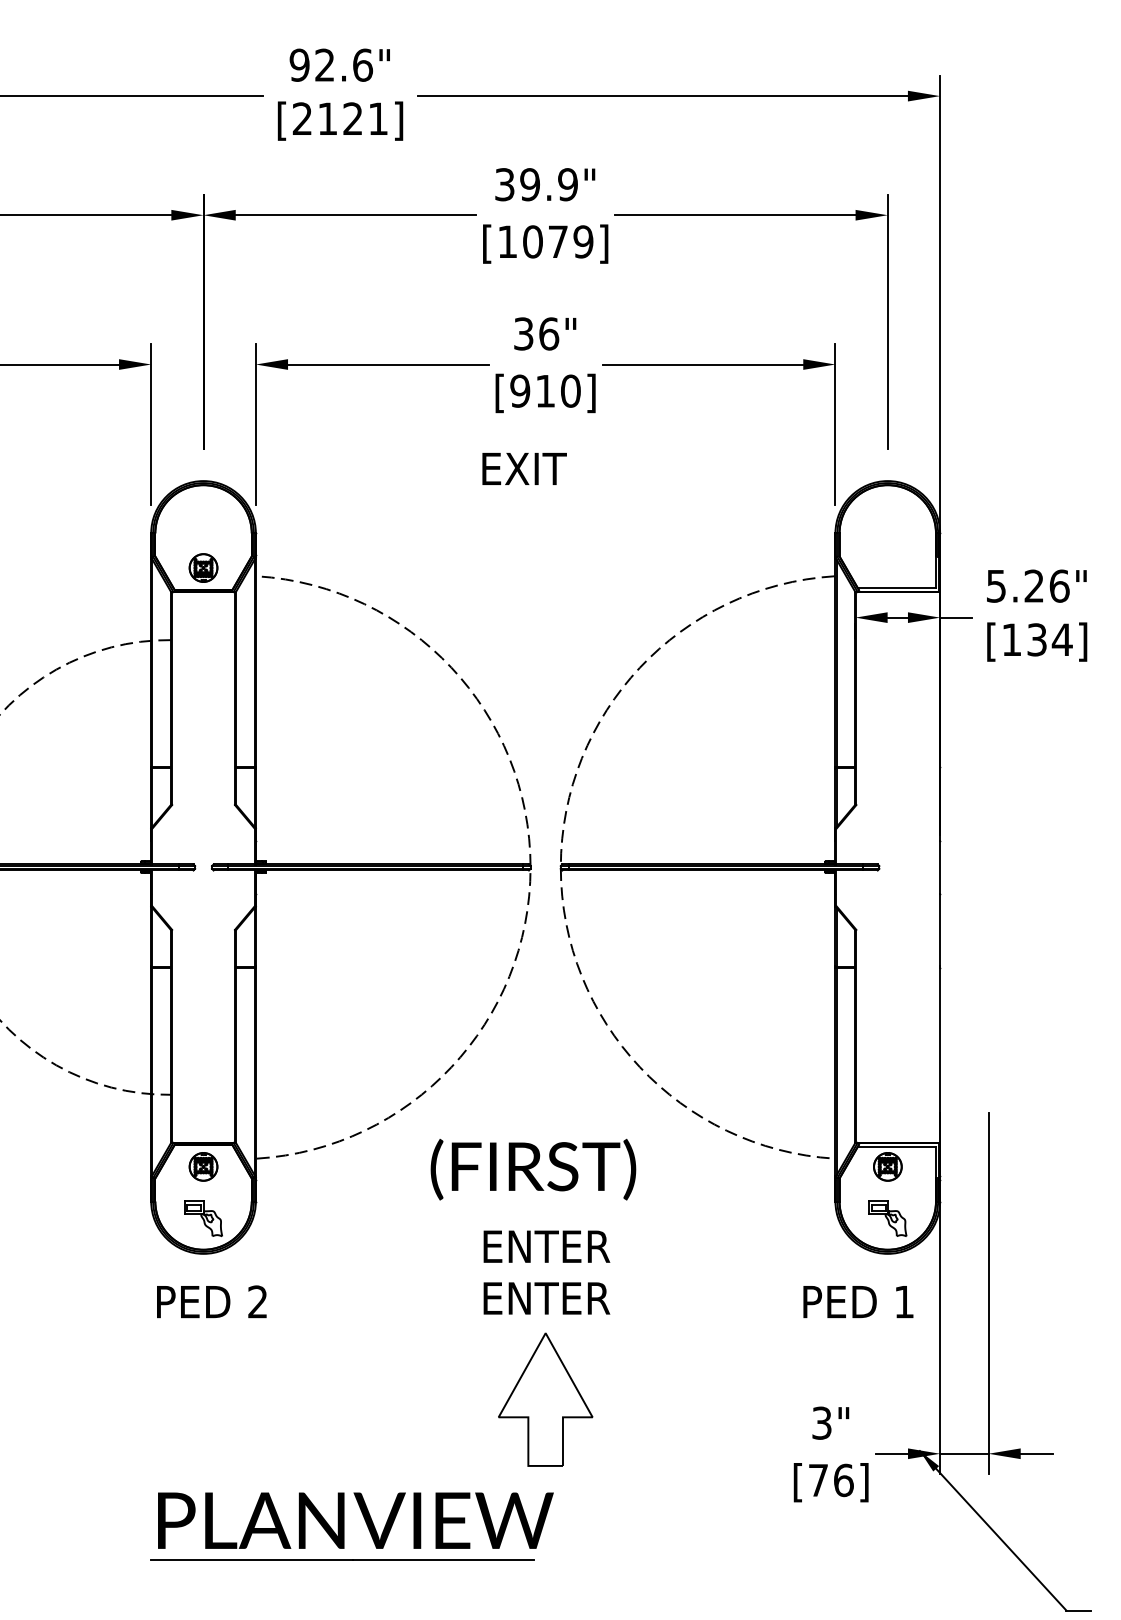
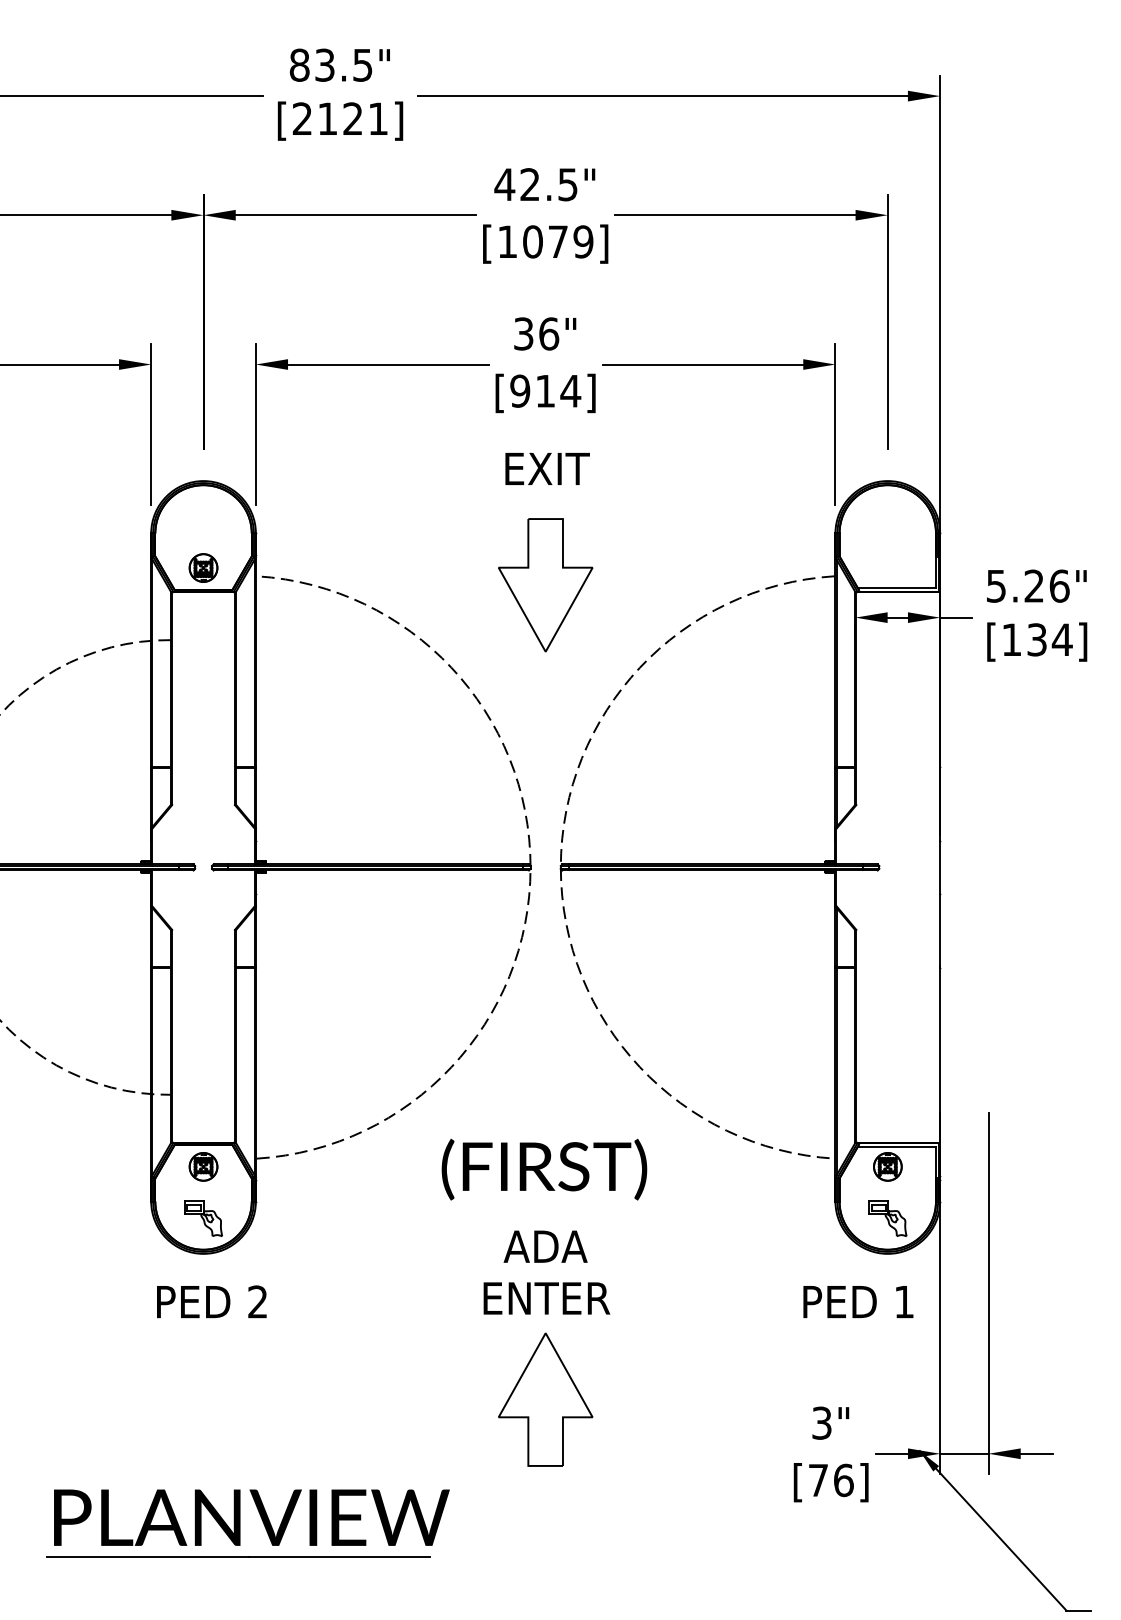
text at (331, 64): 92.6" -> 83.5"
text at (535, 184): 39.9" -> 42.5"
text at (570, 390): [910] -> [914]
text at (524, 468) position: (524, 468) -> (547, 468)
part at (545, 585): none -> present
text at (533, 1169) position: (533, 1169) -> (544, 1169)
text at (546, 1246): ENTER -> ADA
part at (344, 1526) position: (344, 1526) -> (240, 1523)
